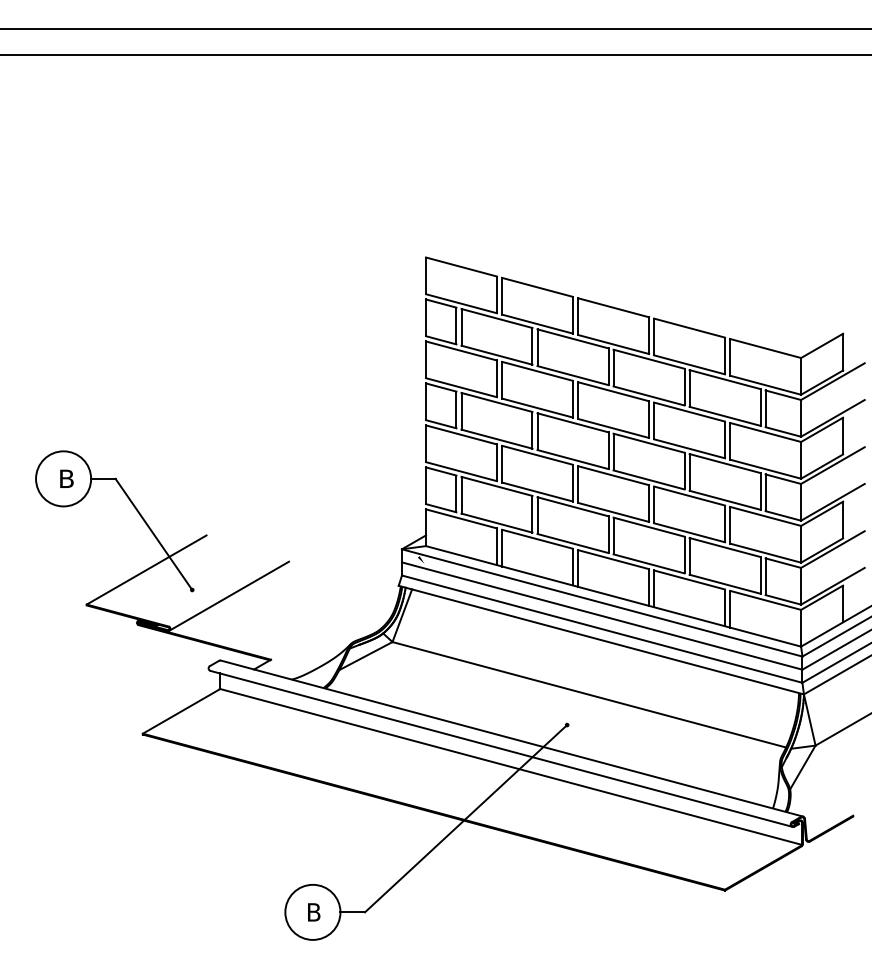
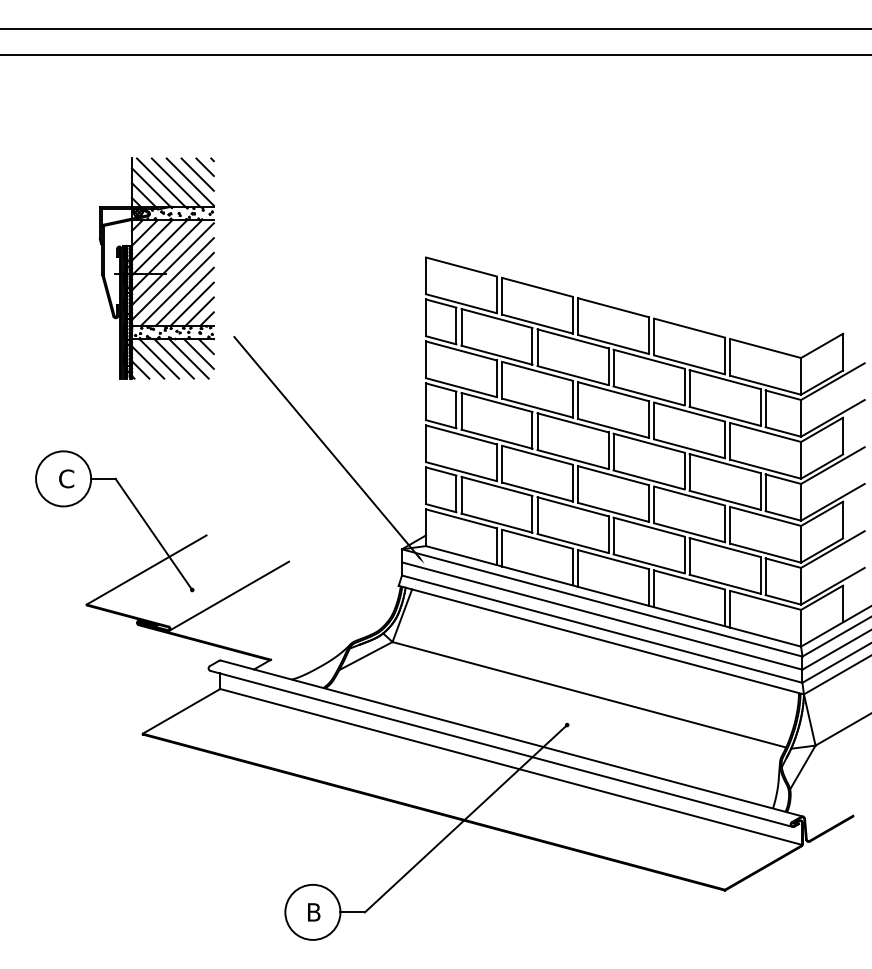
part at (156, 268): none -> present
line at (326, 446): none -> present
text at (66, 478): B -> C
